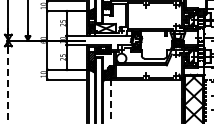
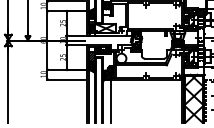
line at (8, 84): dashed -> solid
line at (111, 100): dashed -> solid
